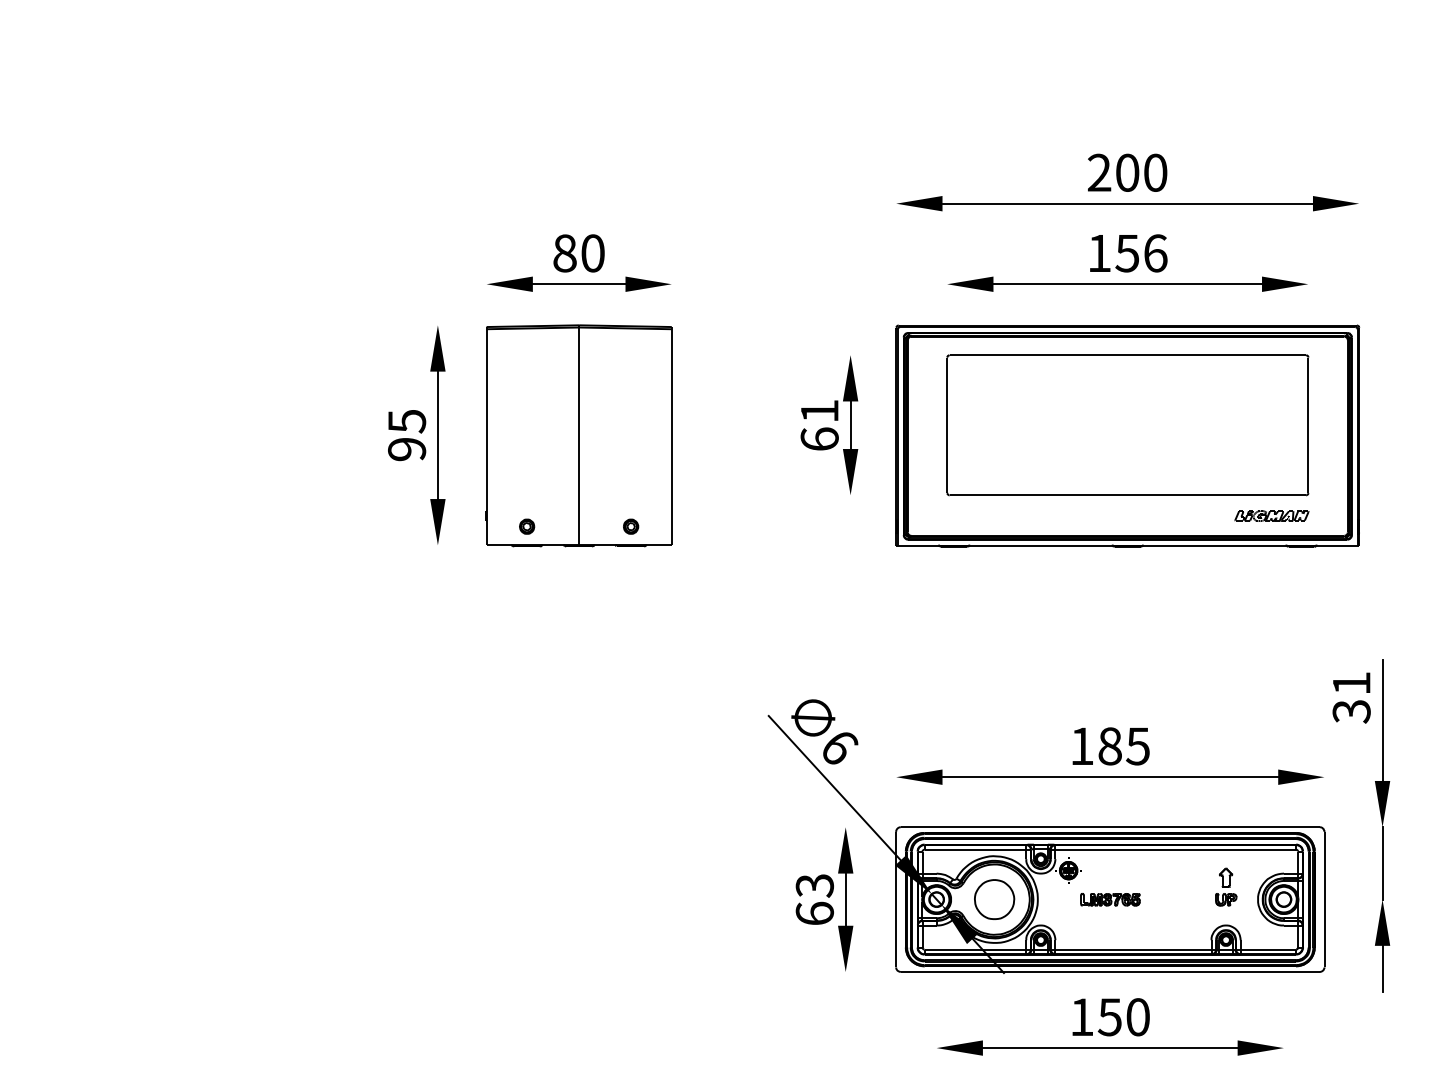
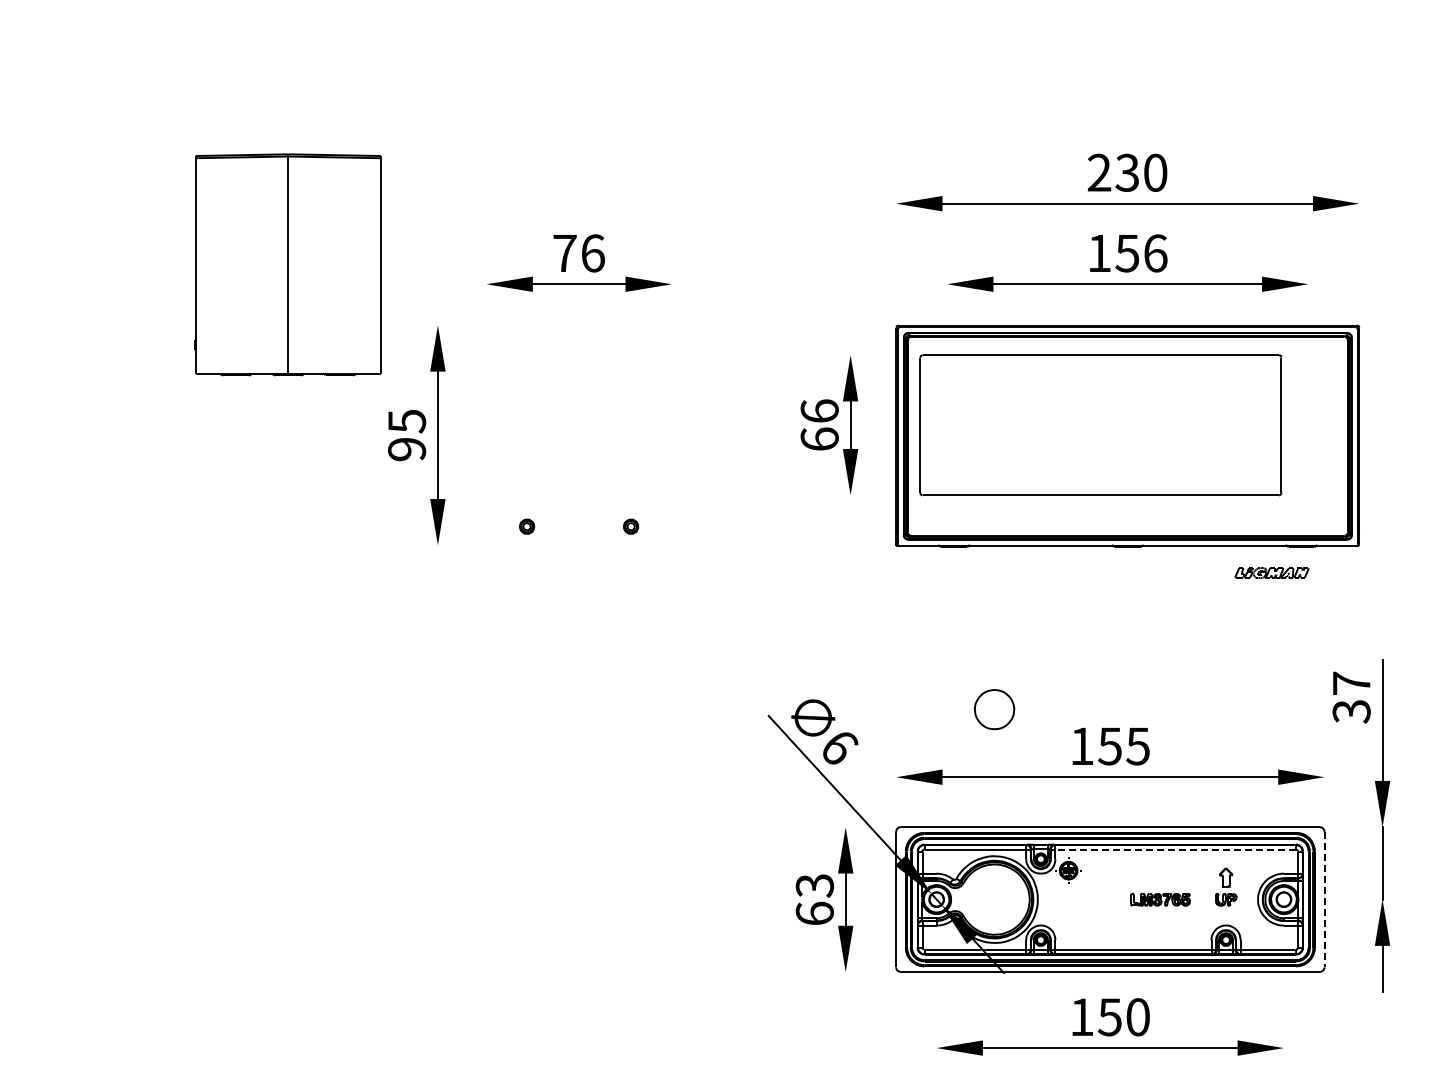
text at (1127, 172): 200 -> 230
text at (578, 253): 80 -> 76
text at (819, 410): 61 -> 66
part at (1127, 425) position: (1127, 425) -> (1100, 425)
part at (578, 435) position: (578, 435) -> (287, 264)
part at (1271, 515) position: (1271, 515) -> (1271, 572)
text at (1351, 682): 31 -> 37
text at (1109, 746): 185 -> 155
line at (1175, 849): solid -> dashed
part at (994, 899) position: (994, 899) -> (994, 709)
part at (1110, 899) position: (1110, 899) -> (1160, 899)
line at (1324, 899): solid -> dashed
